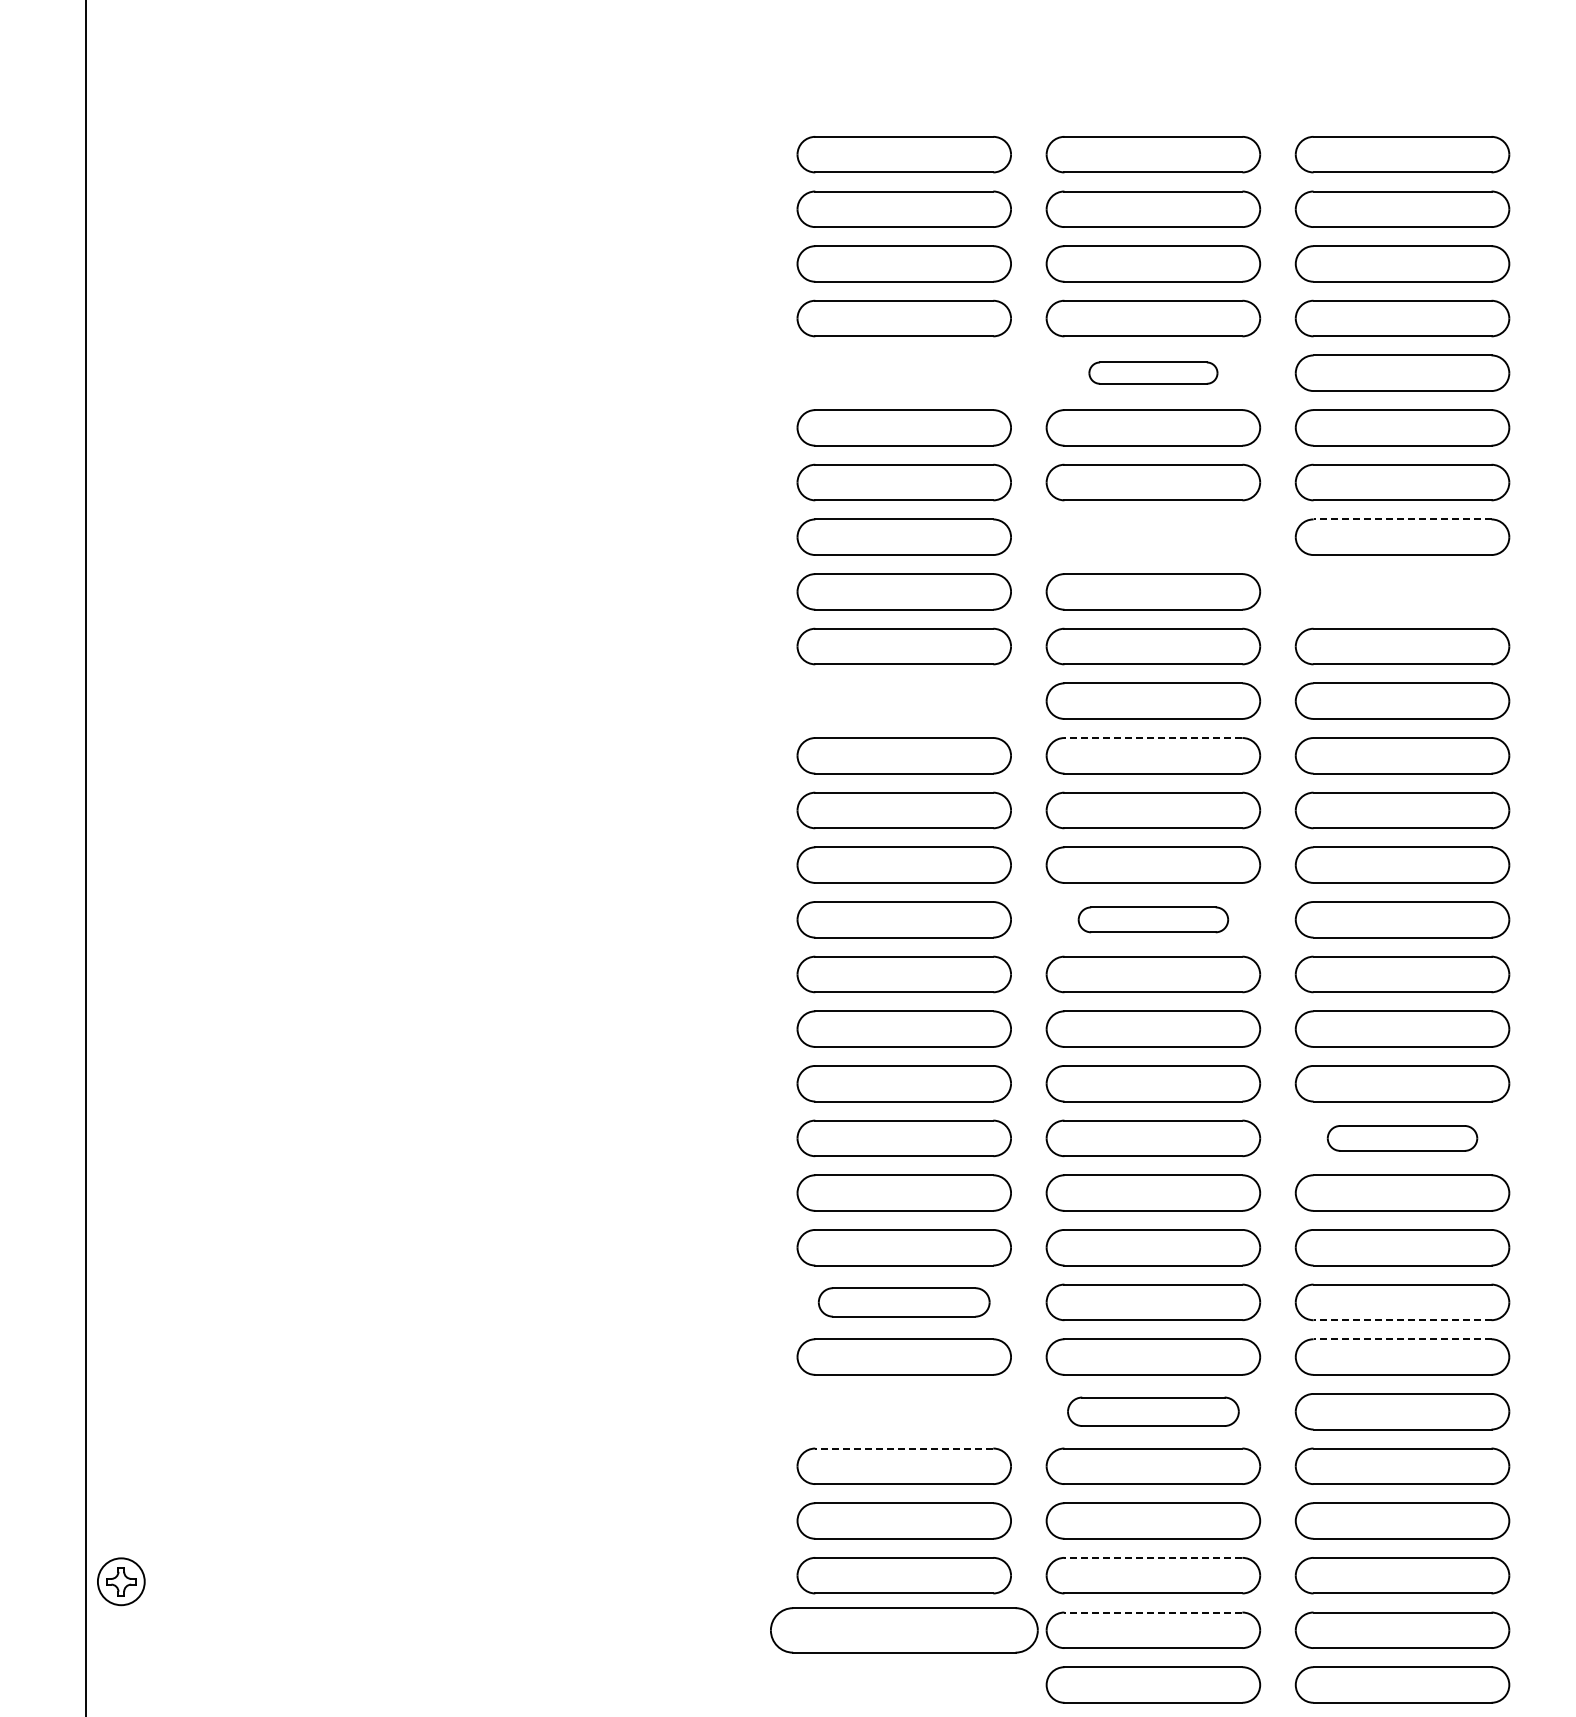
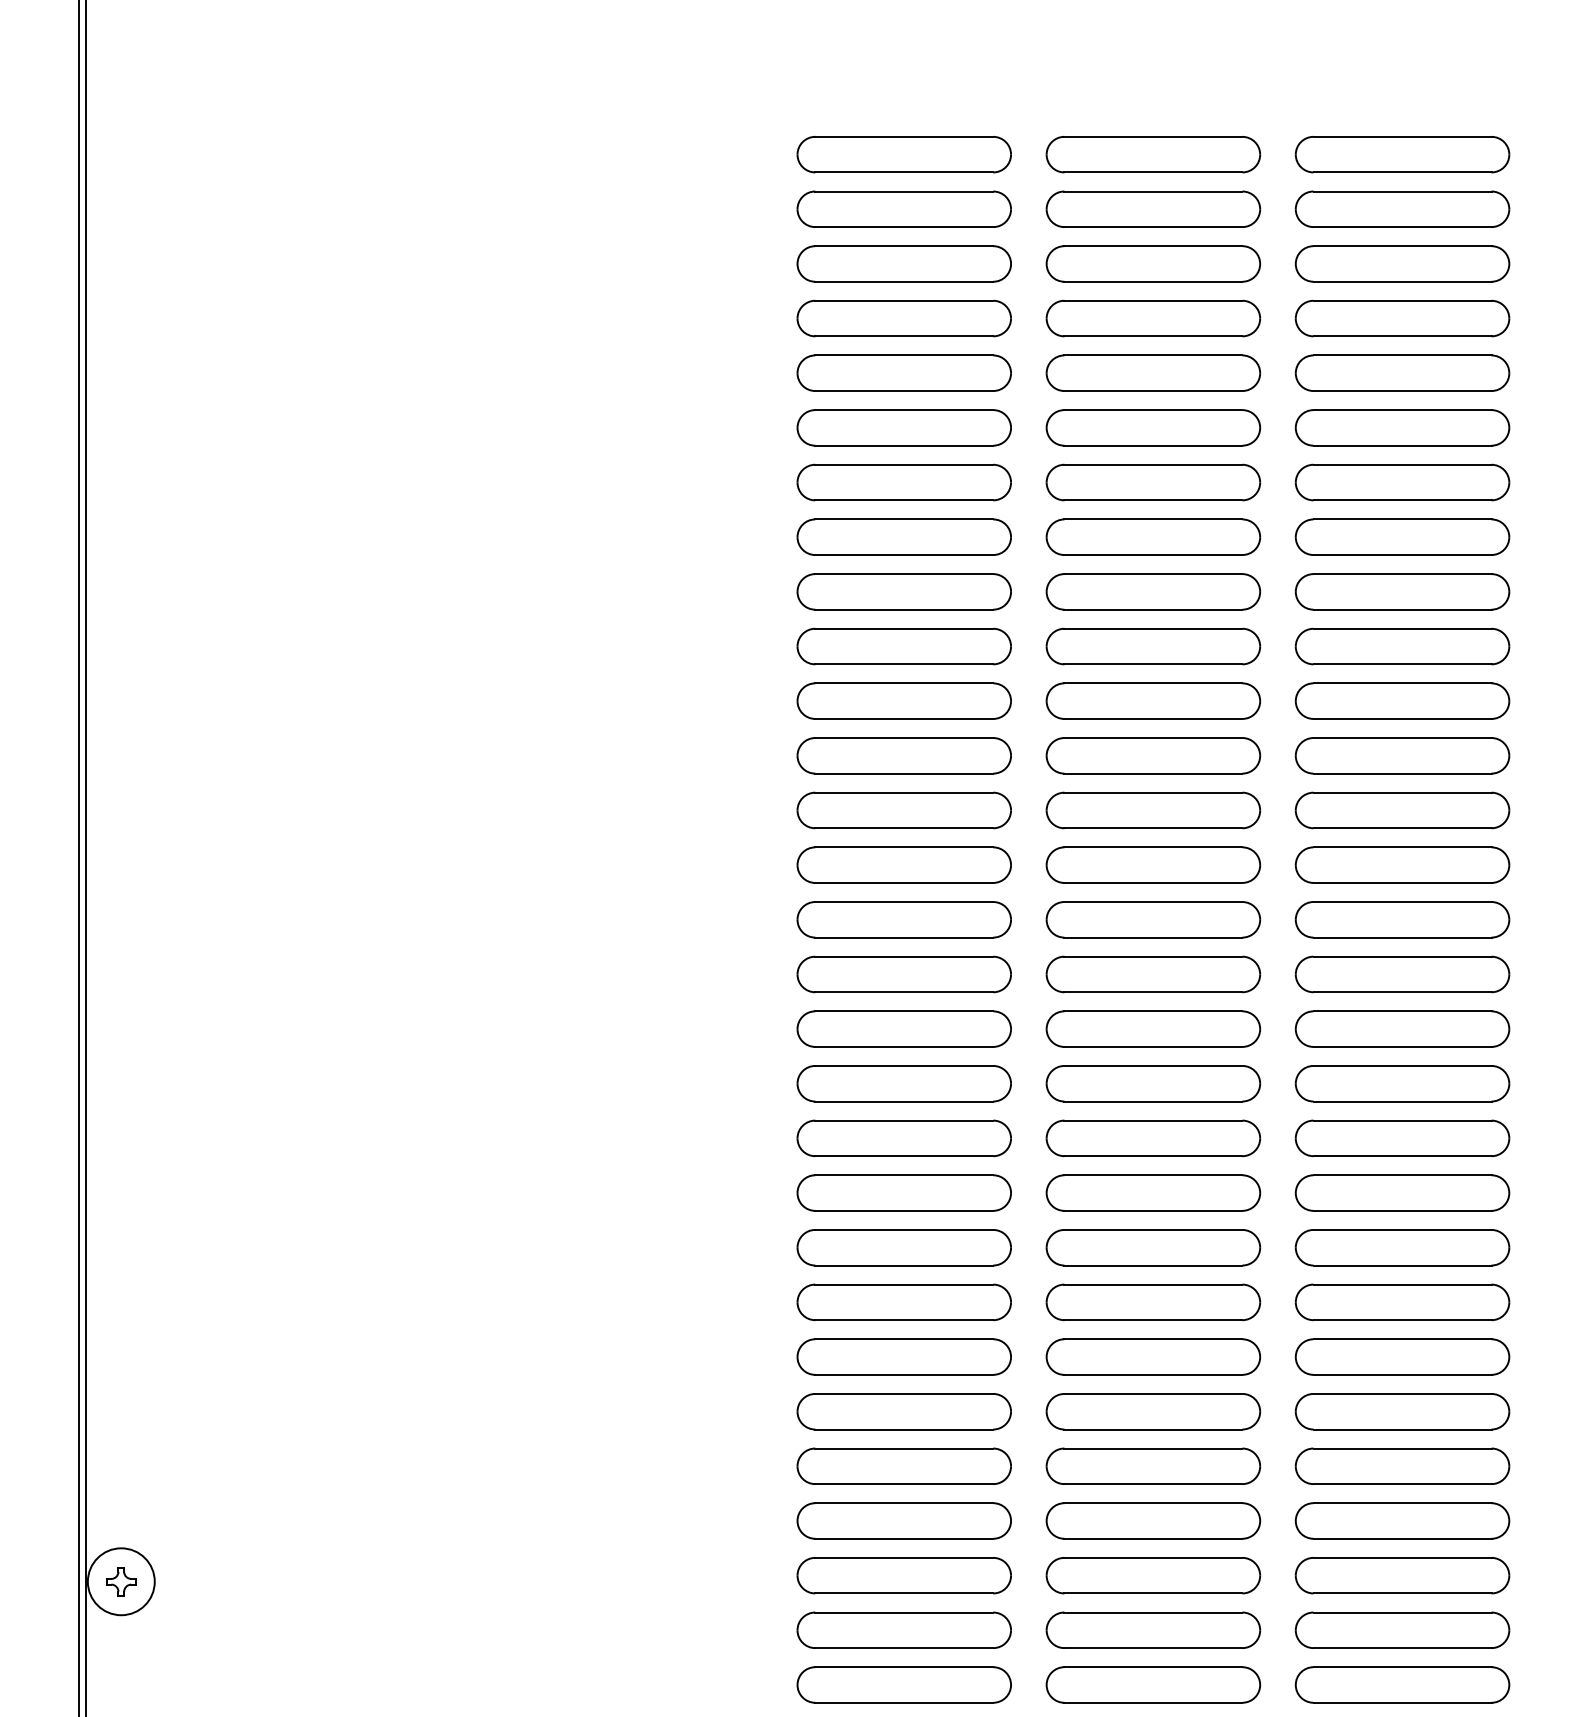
part at (903, 372): none -> present
part at (1153, 372) size: 131x24 px -> 217x38 px
line at (1402, 519): dashed -> solid
part at (1153, 536): none -> present
part at (1402, 591): none -> present
part at (903, 700): none -> present
line at (1153, 738): dashed -> solid
line at (78, 857): none -> present
part at (1153, 919) size: 153x28 px -> 217x38 px
part at (1402, 1138) size: 153x27 px -> 217x39 px
part at (904, 1302) size: 173x31 px -> 216x39 px
line at (1402, 1320): dashed -> solid
line at (1402, 1339): dashed -> solid
part at (903, 1411): none -> present
part at (1153, 1411) size: 173x31 px -> 217x38 px
line at (904, 1448): dashed -> solid
line at (1153, 1557): dashed -> solid
circle at (120, 1581) diameter: 47 px -> 67 px
line at (1153, 1612): dashed -> solid
part at (904, 1630) size: 269x47 px -> 216x38 px
part at (903, 1684): none -> present
